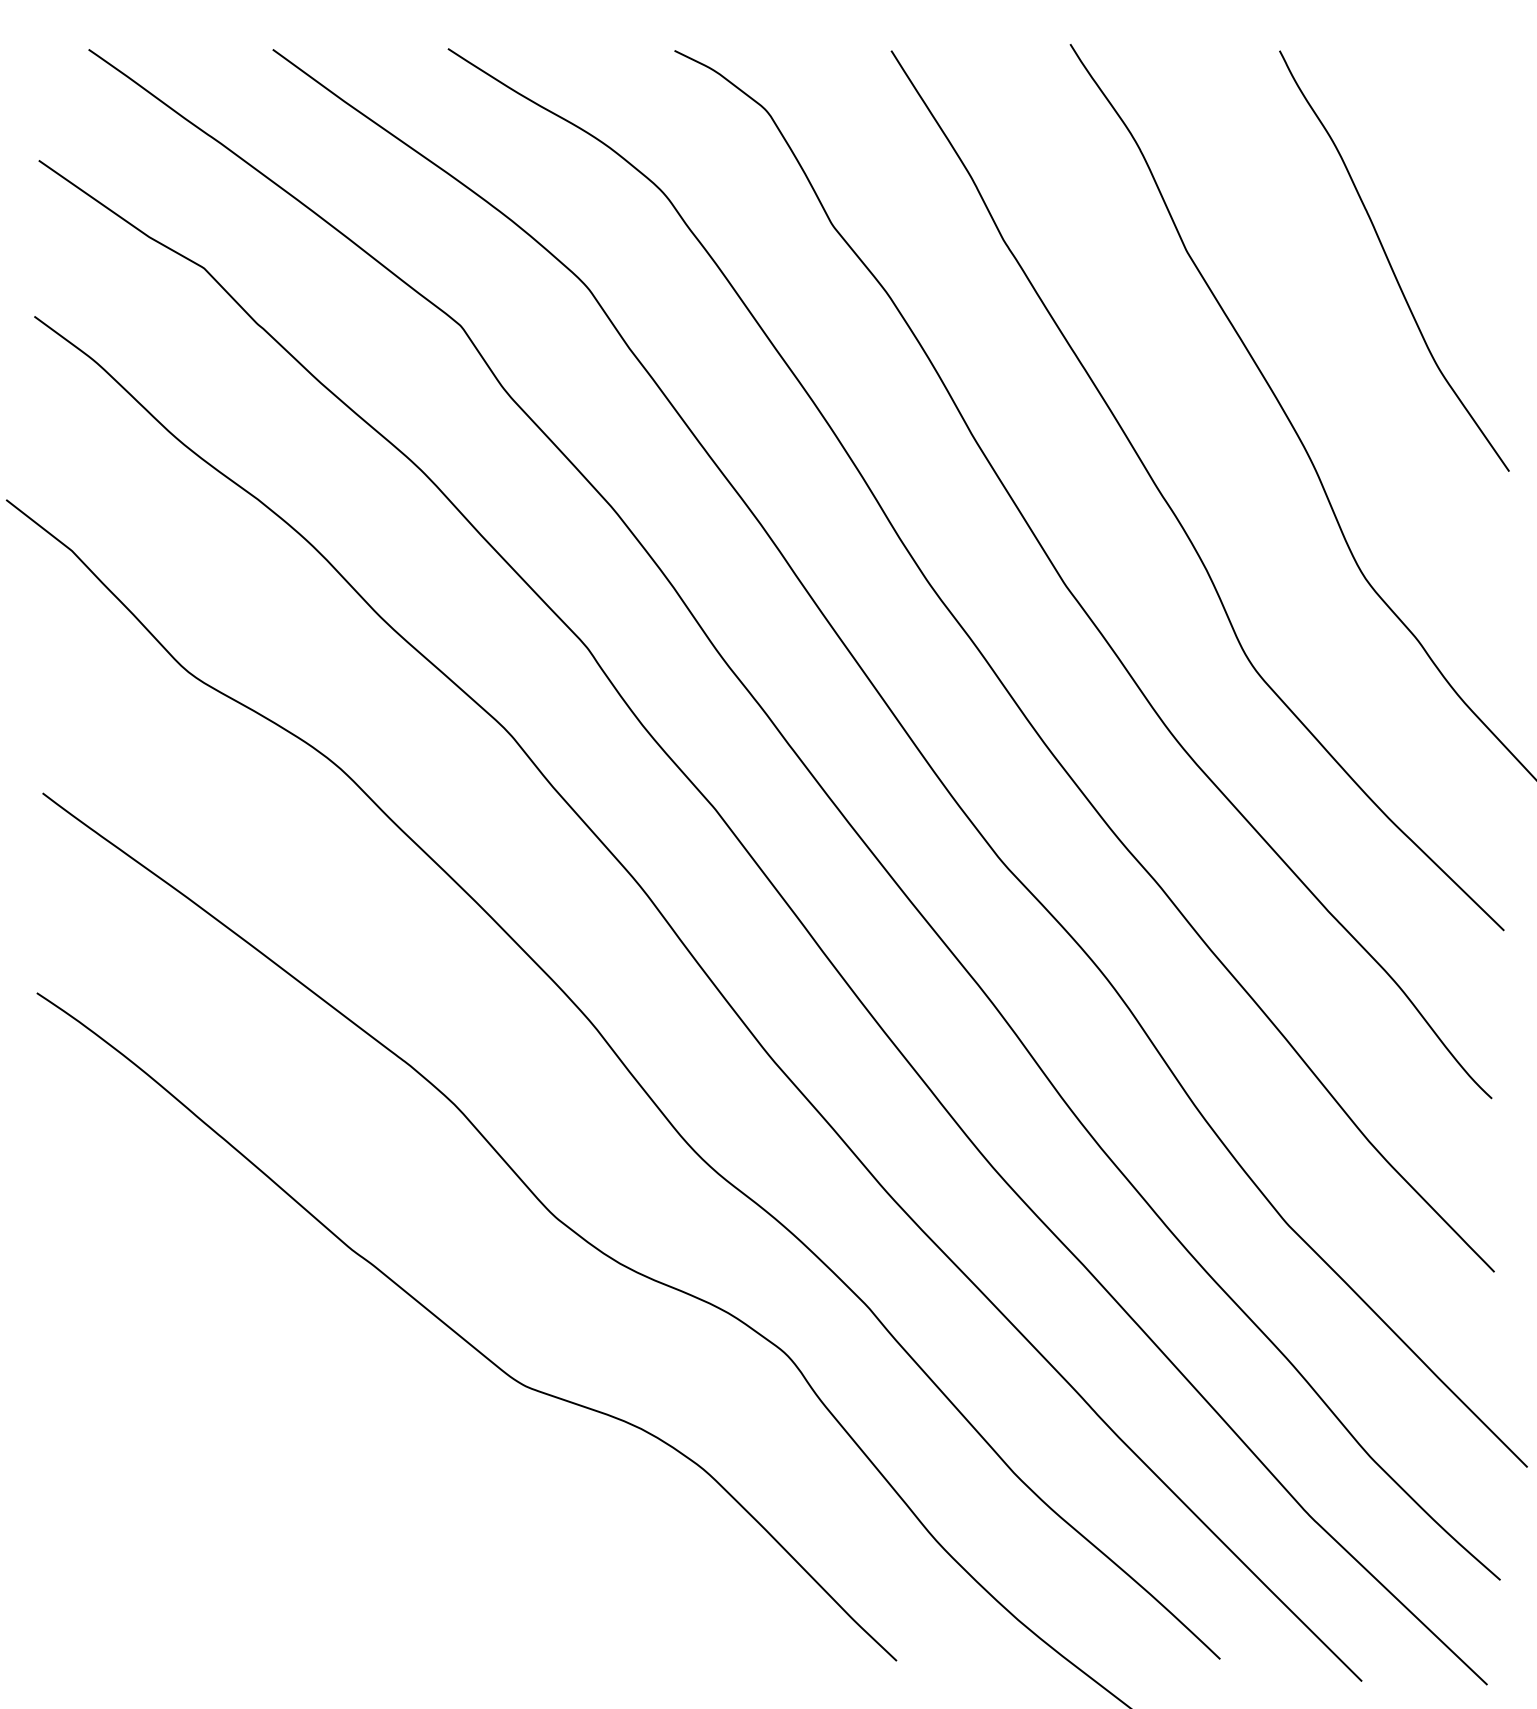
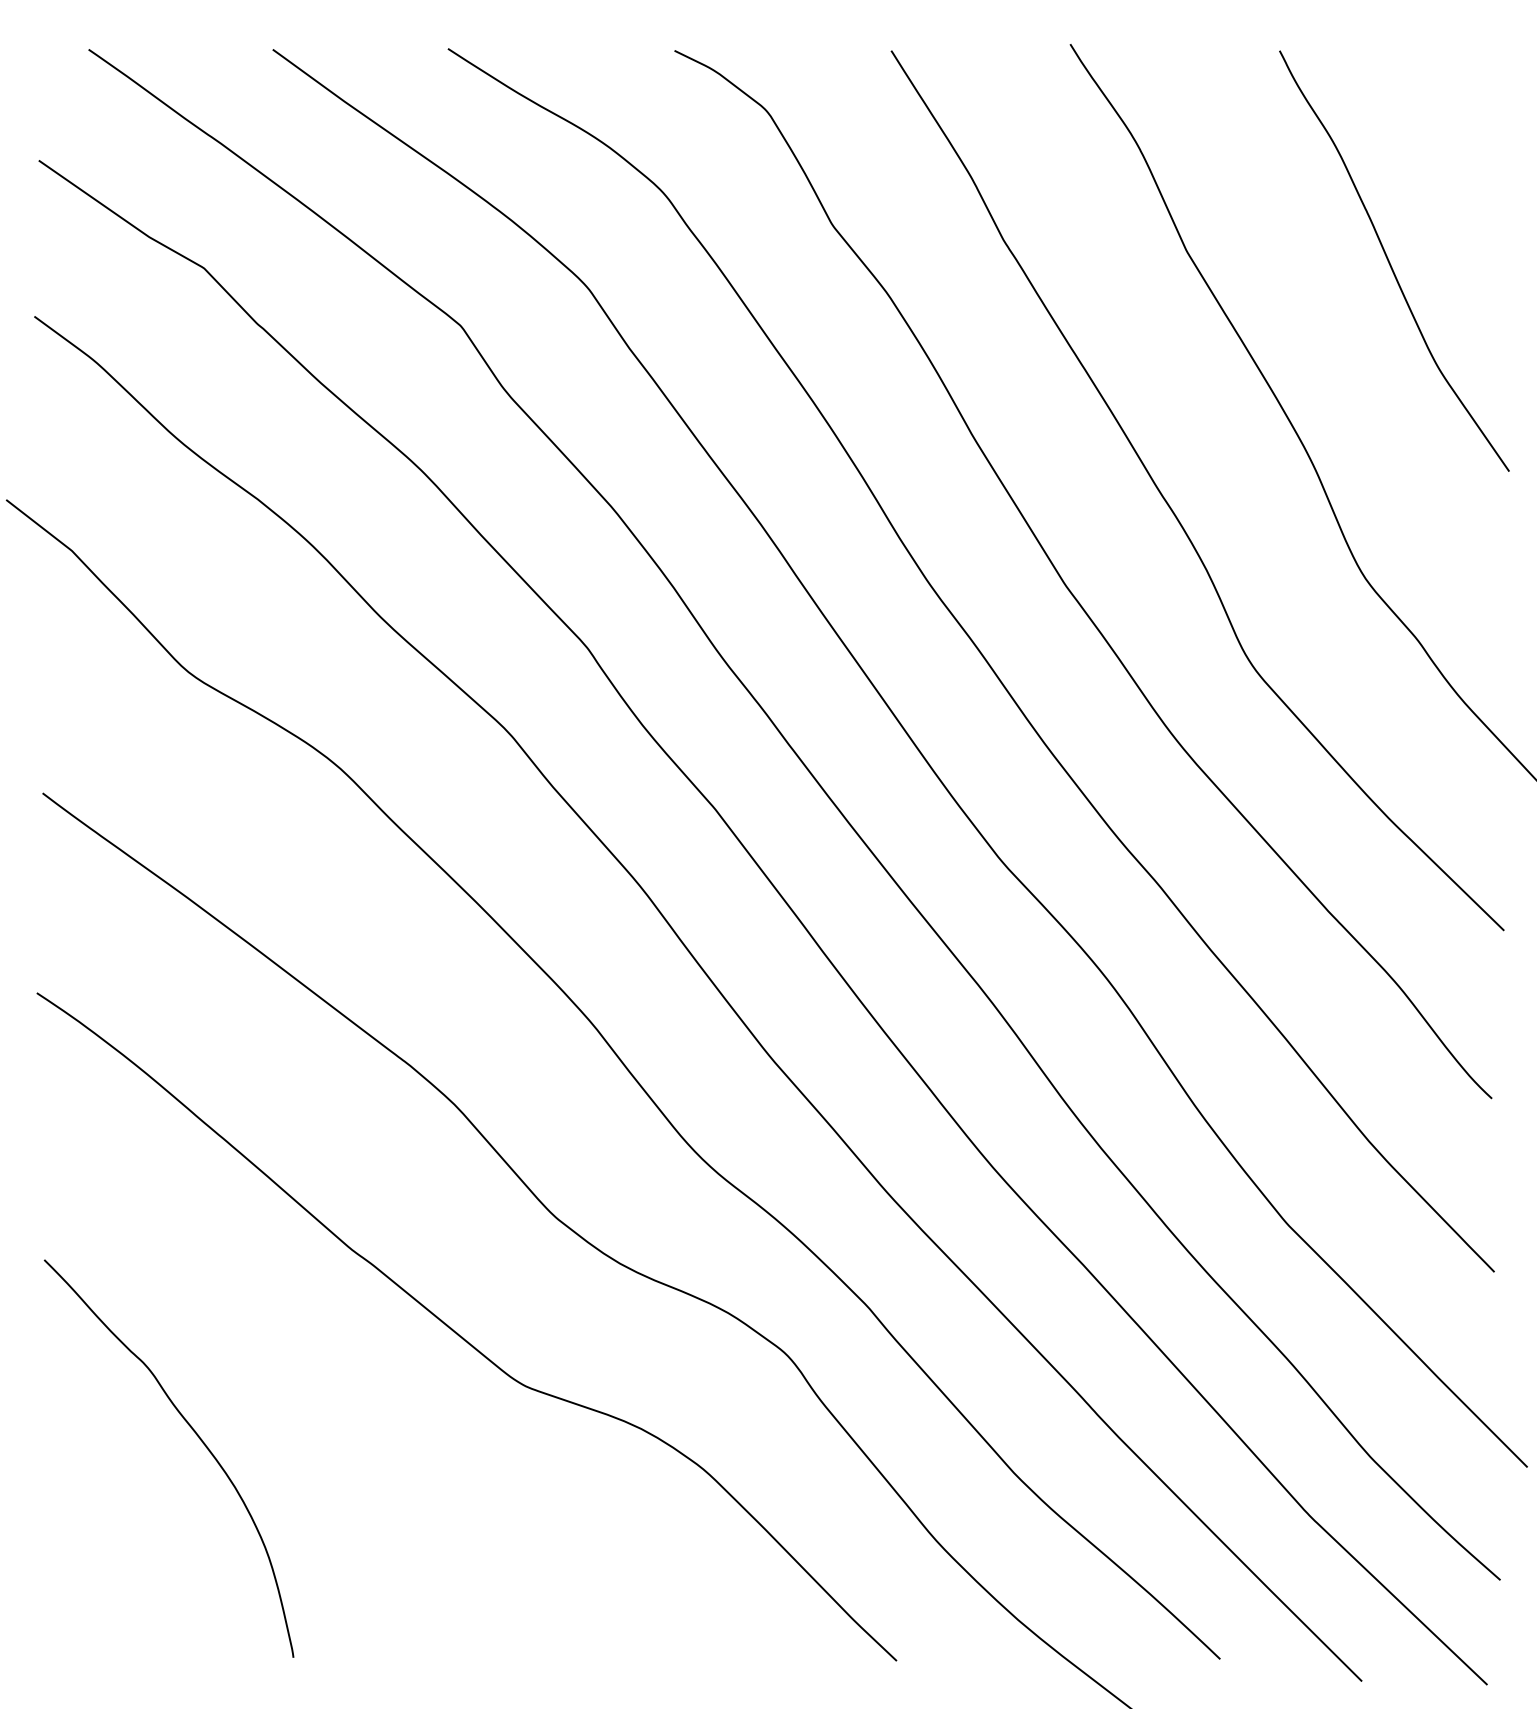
curve at (195, 1434): none -> present
